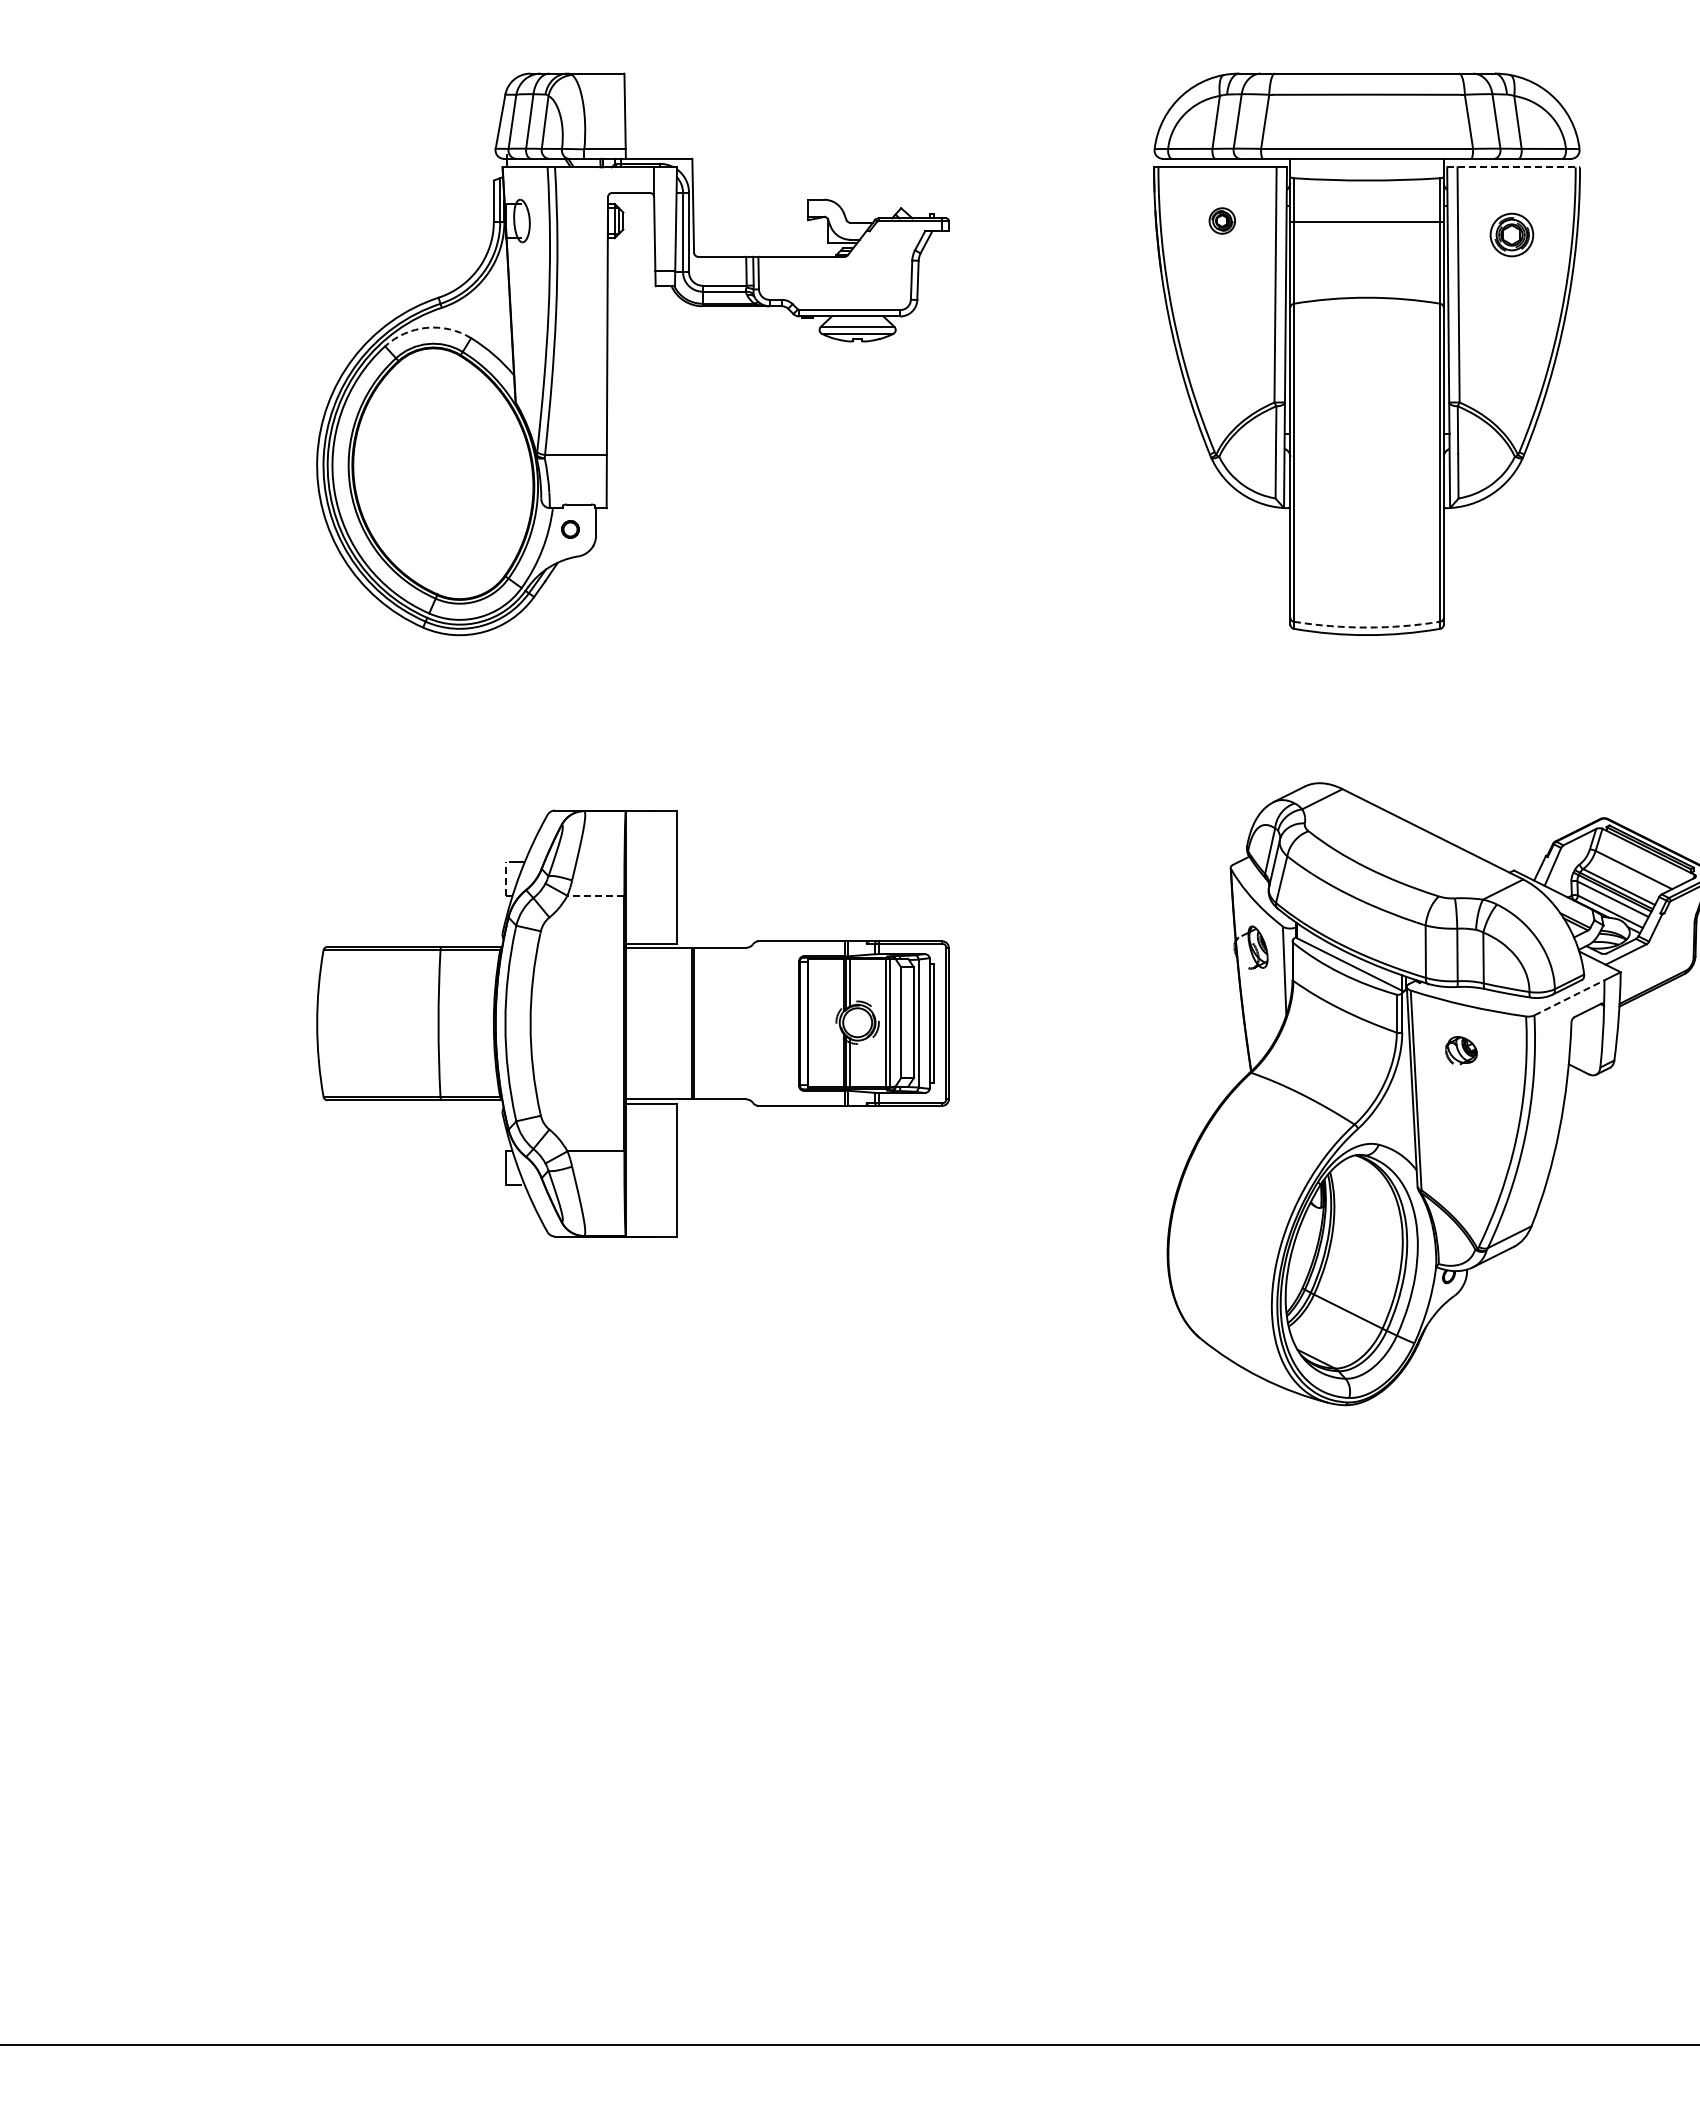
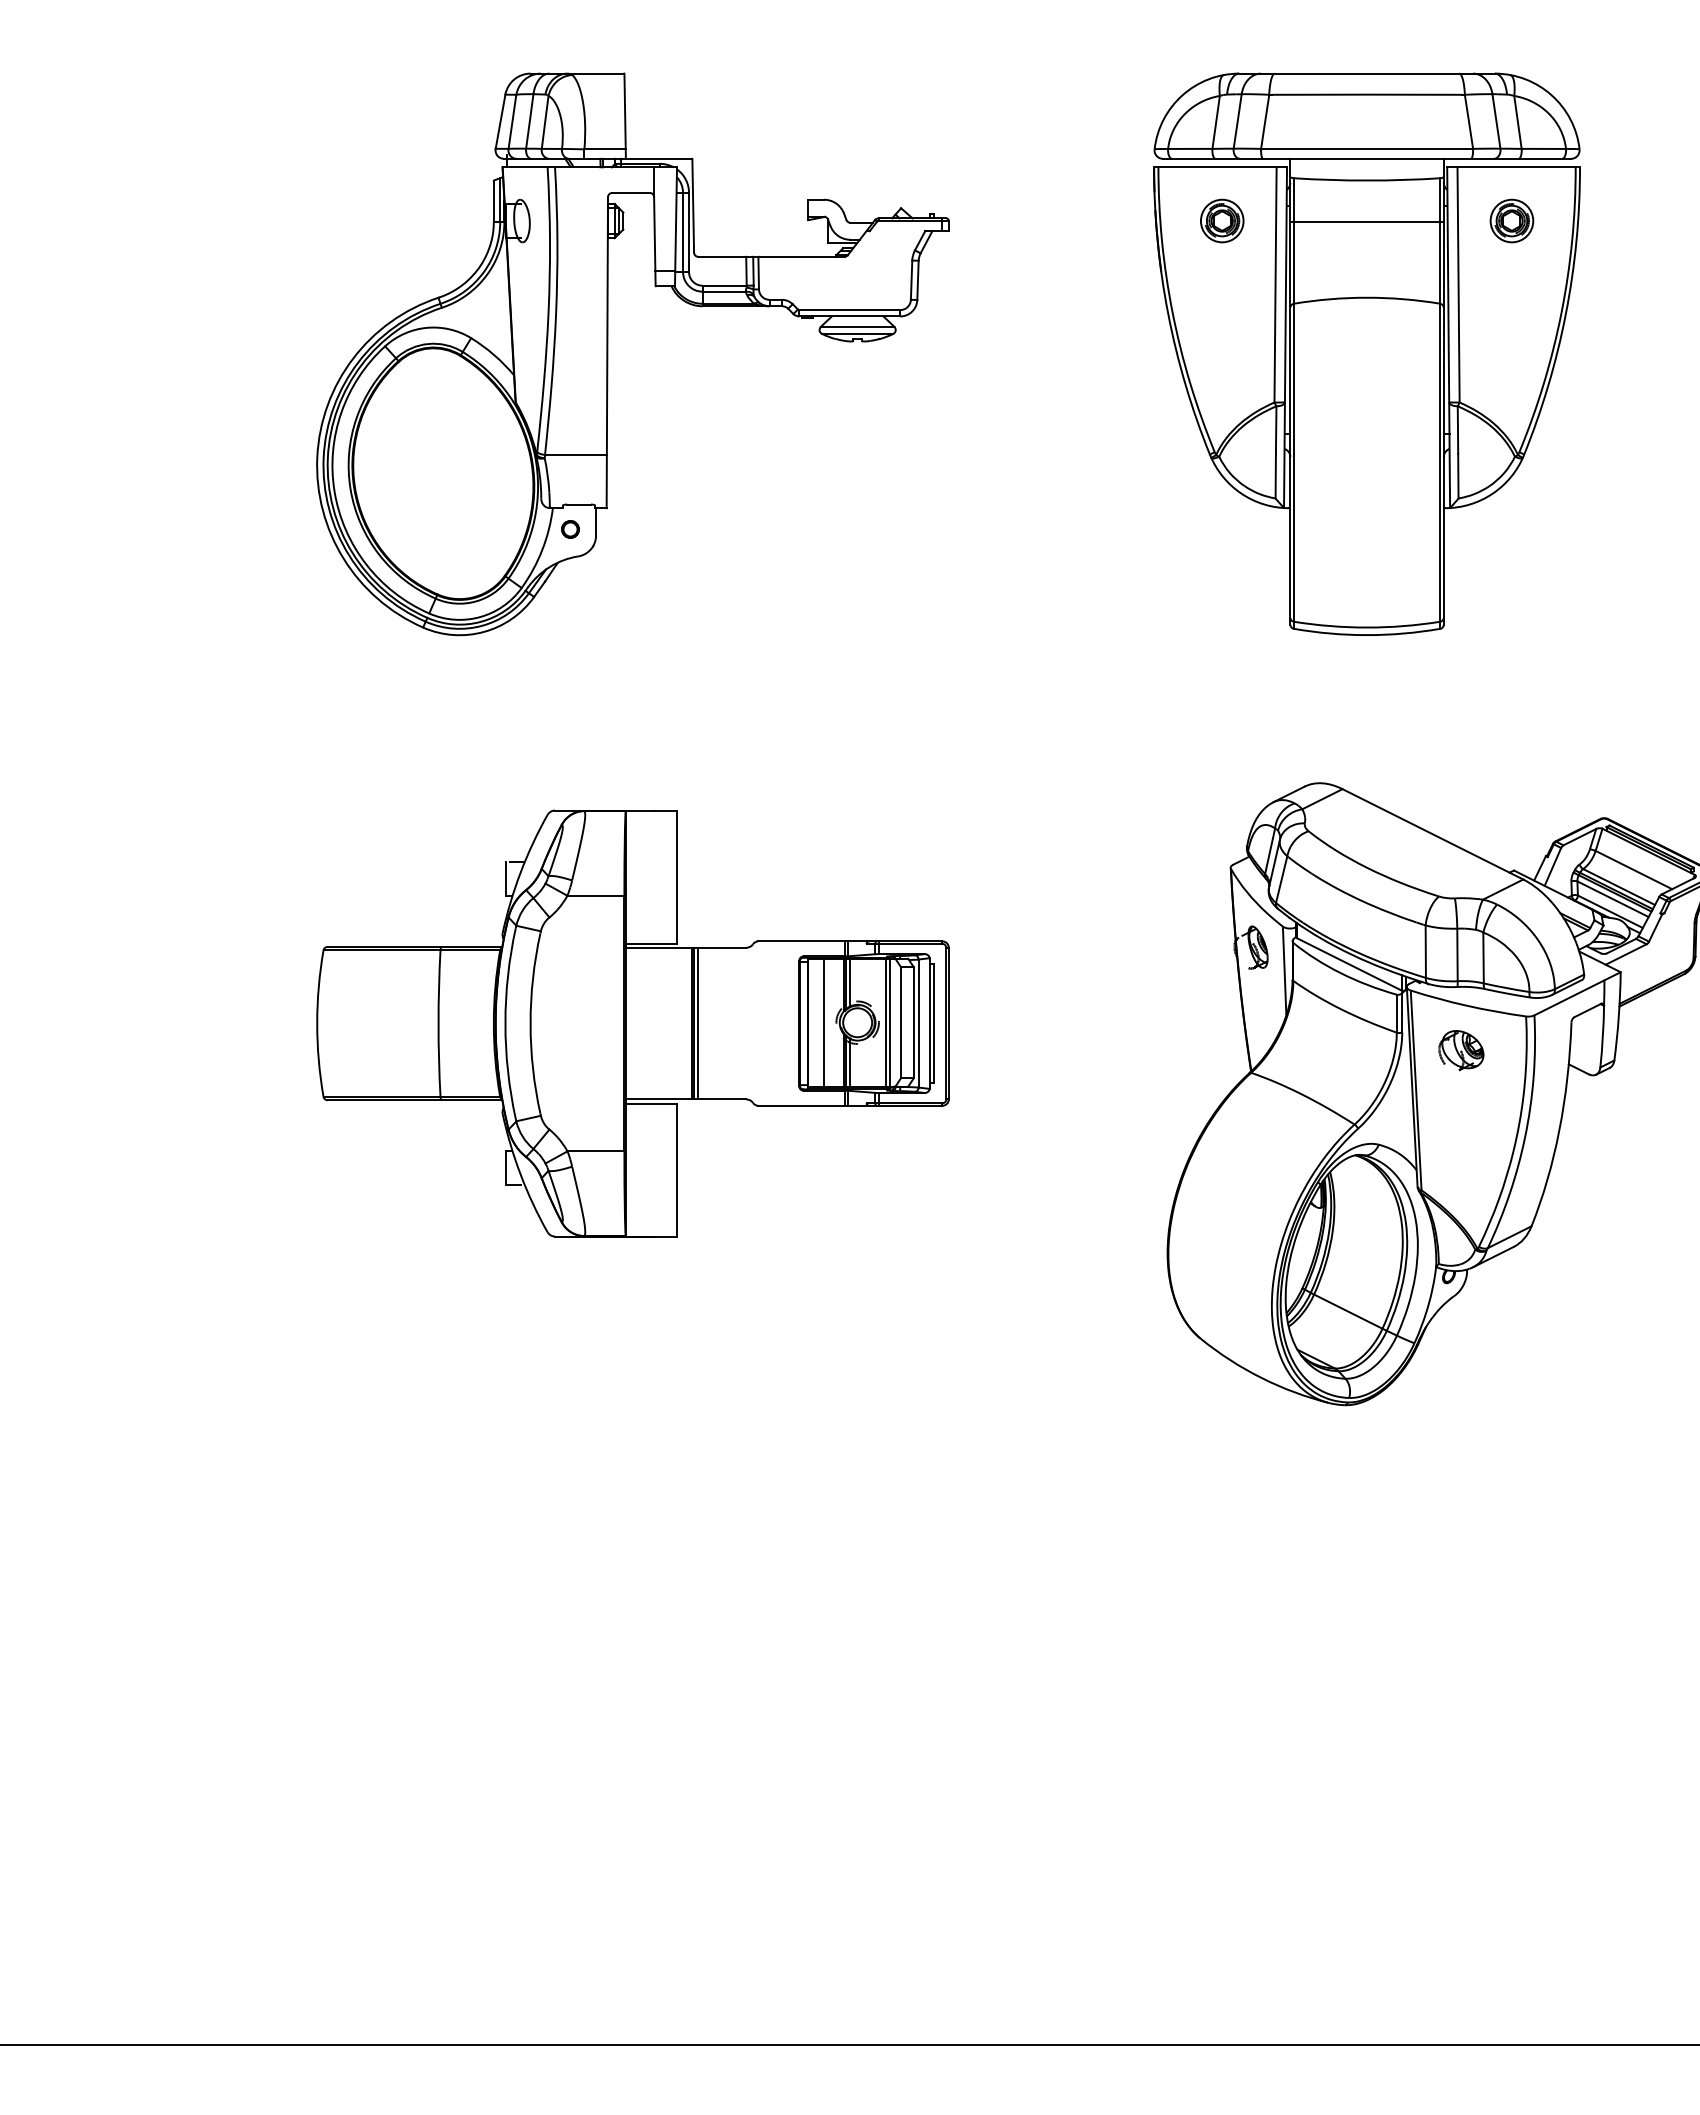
line at (1514, 167): dashed -> solid
part at (1221, 220) size: 28x28 px -> 45x46 px
part at (1511, 234) position: (1511, 234) -> (1511, 220)
arc at (426, 327): dashed -> solid
arc at (1367, 627): dashed -> solid
line at (505, 878): dashed -> solid
line at (595, 895): dashed -> solid
line at (1569, 997): dashed -> solid
line at (824, 1022): none -> present
line at (698, 1023): none -> present
part at (1461, 1050) size: 33x30 px -> 47x42 px
